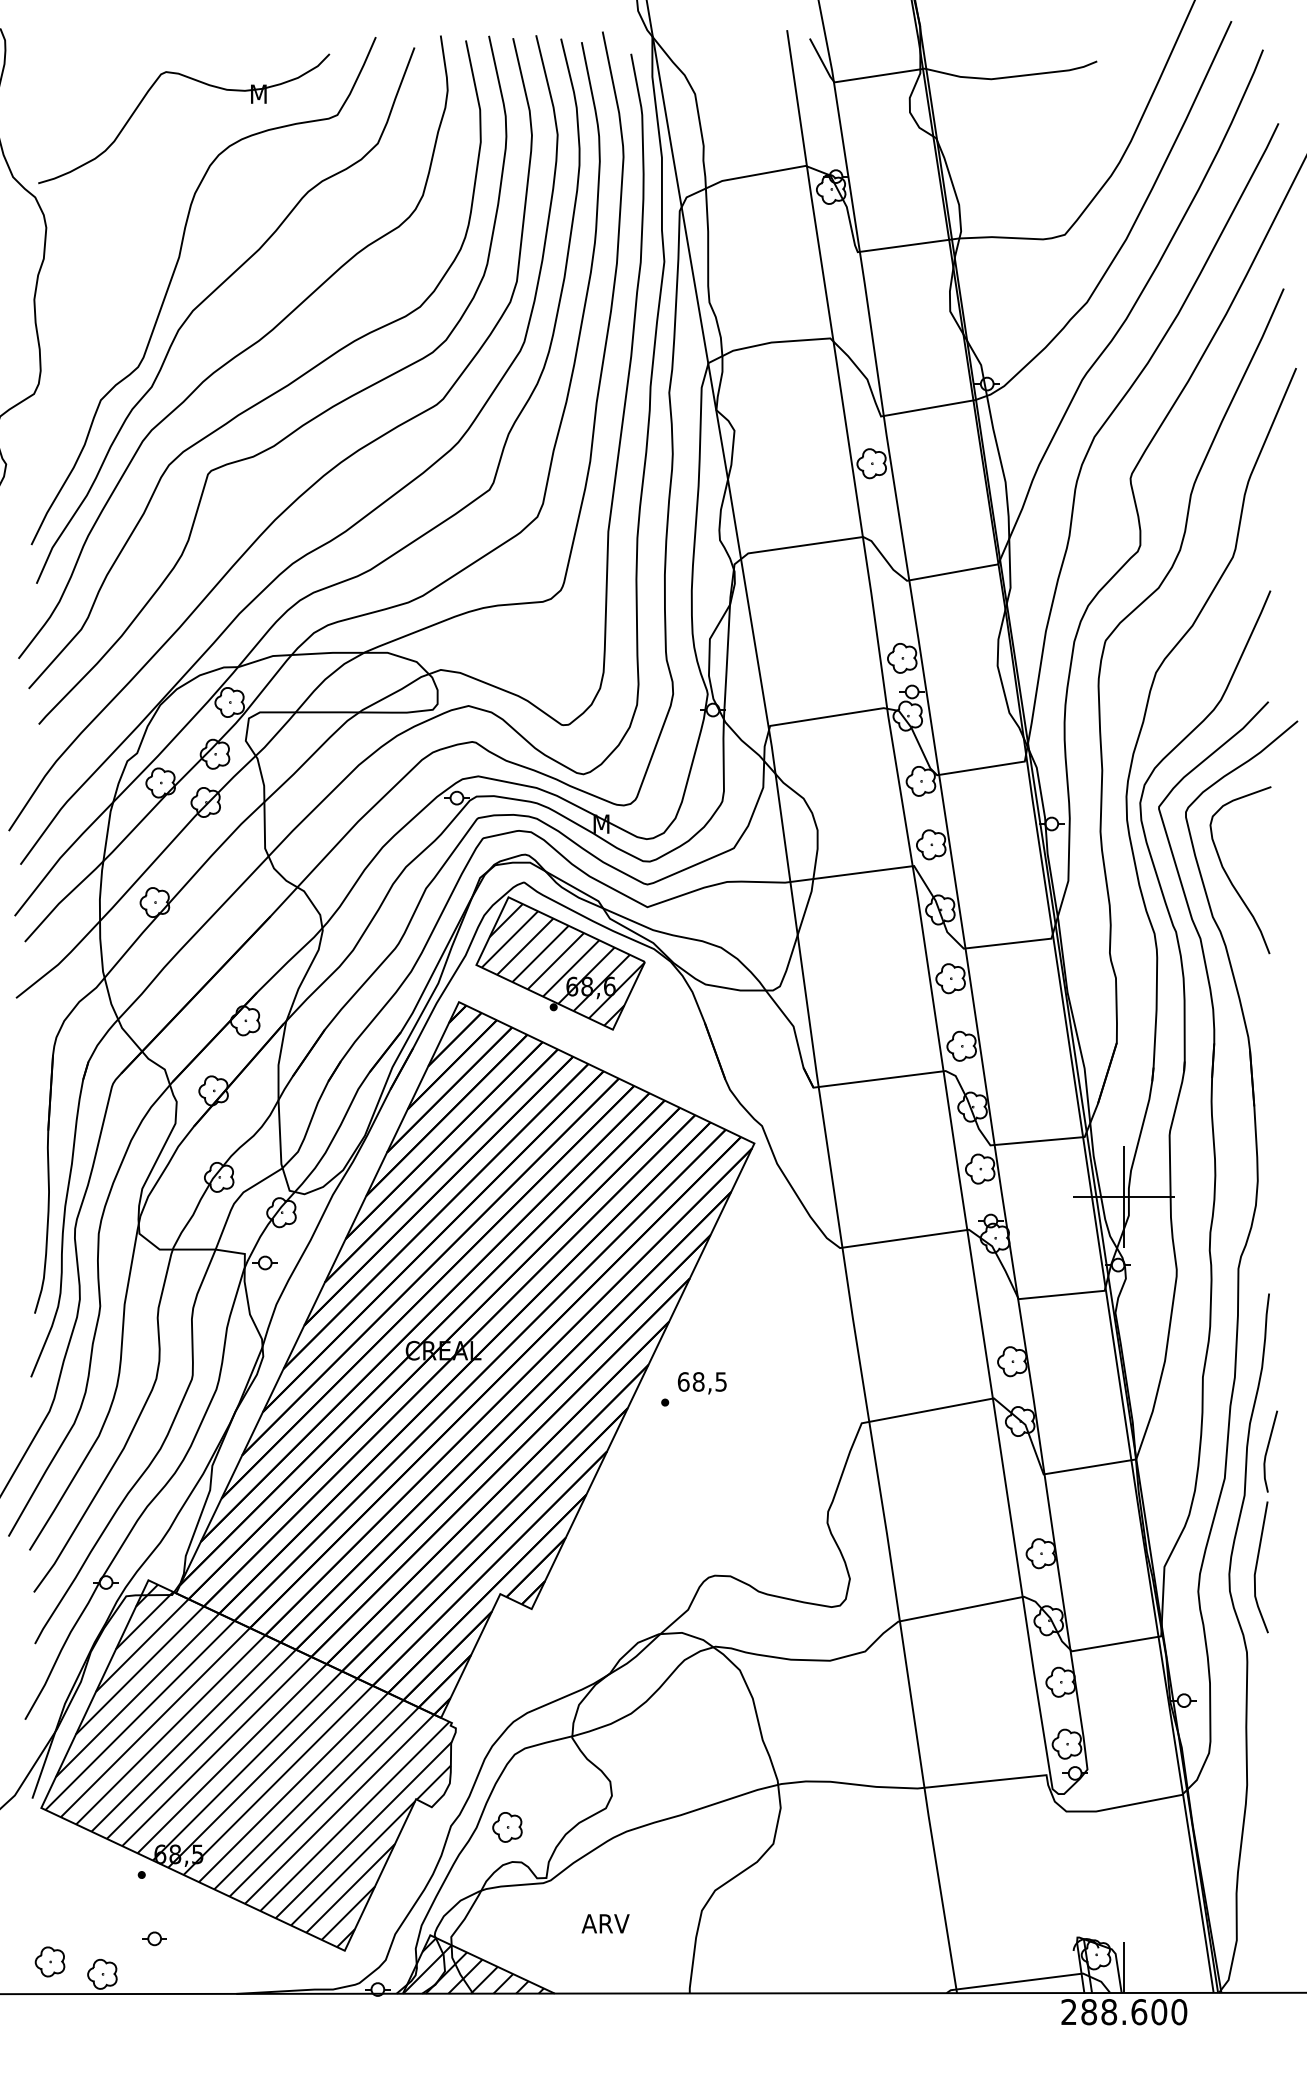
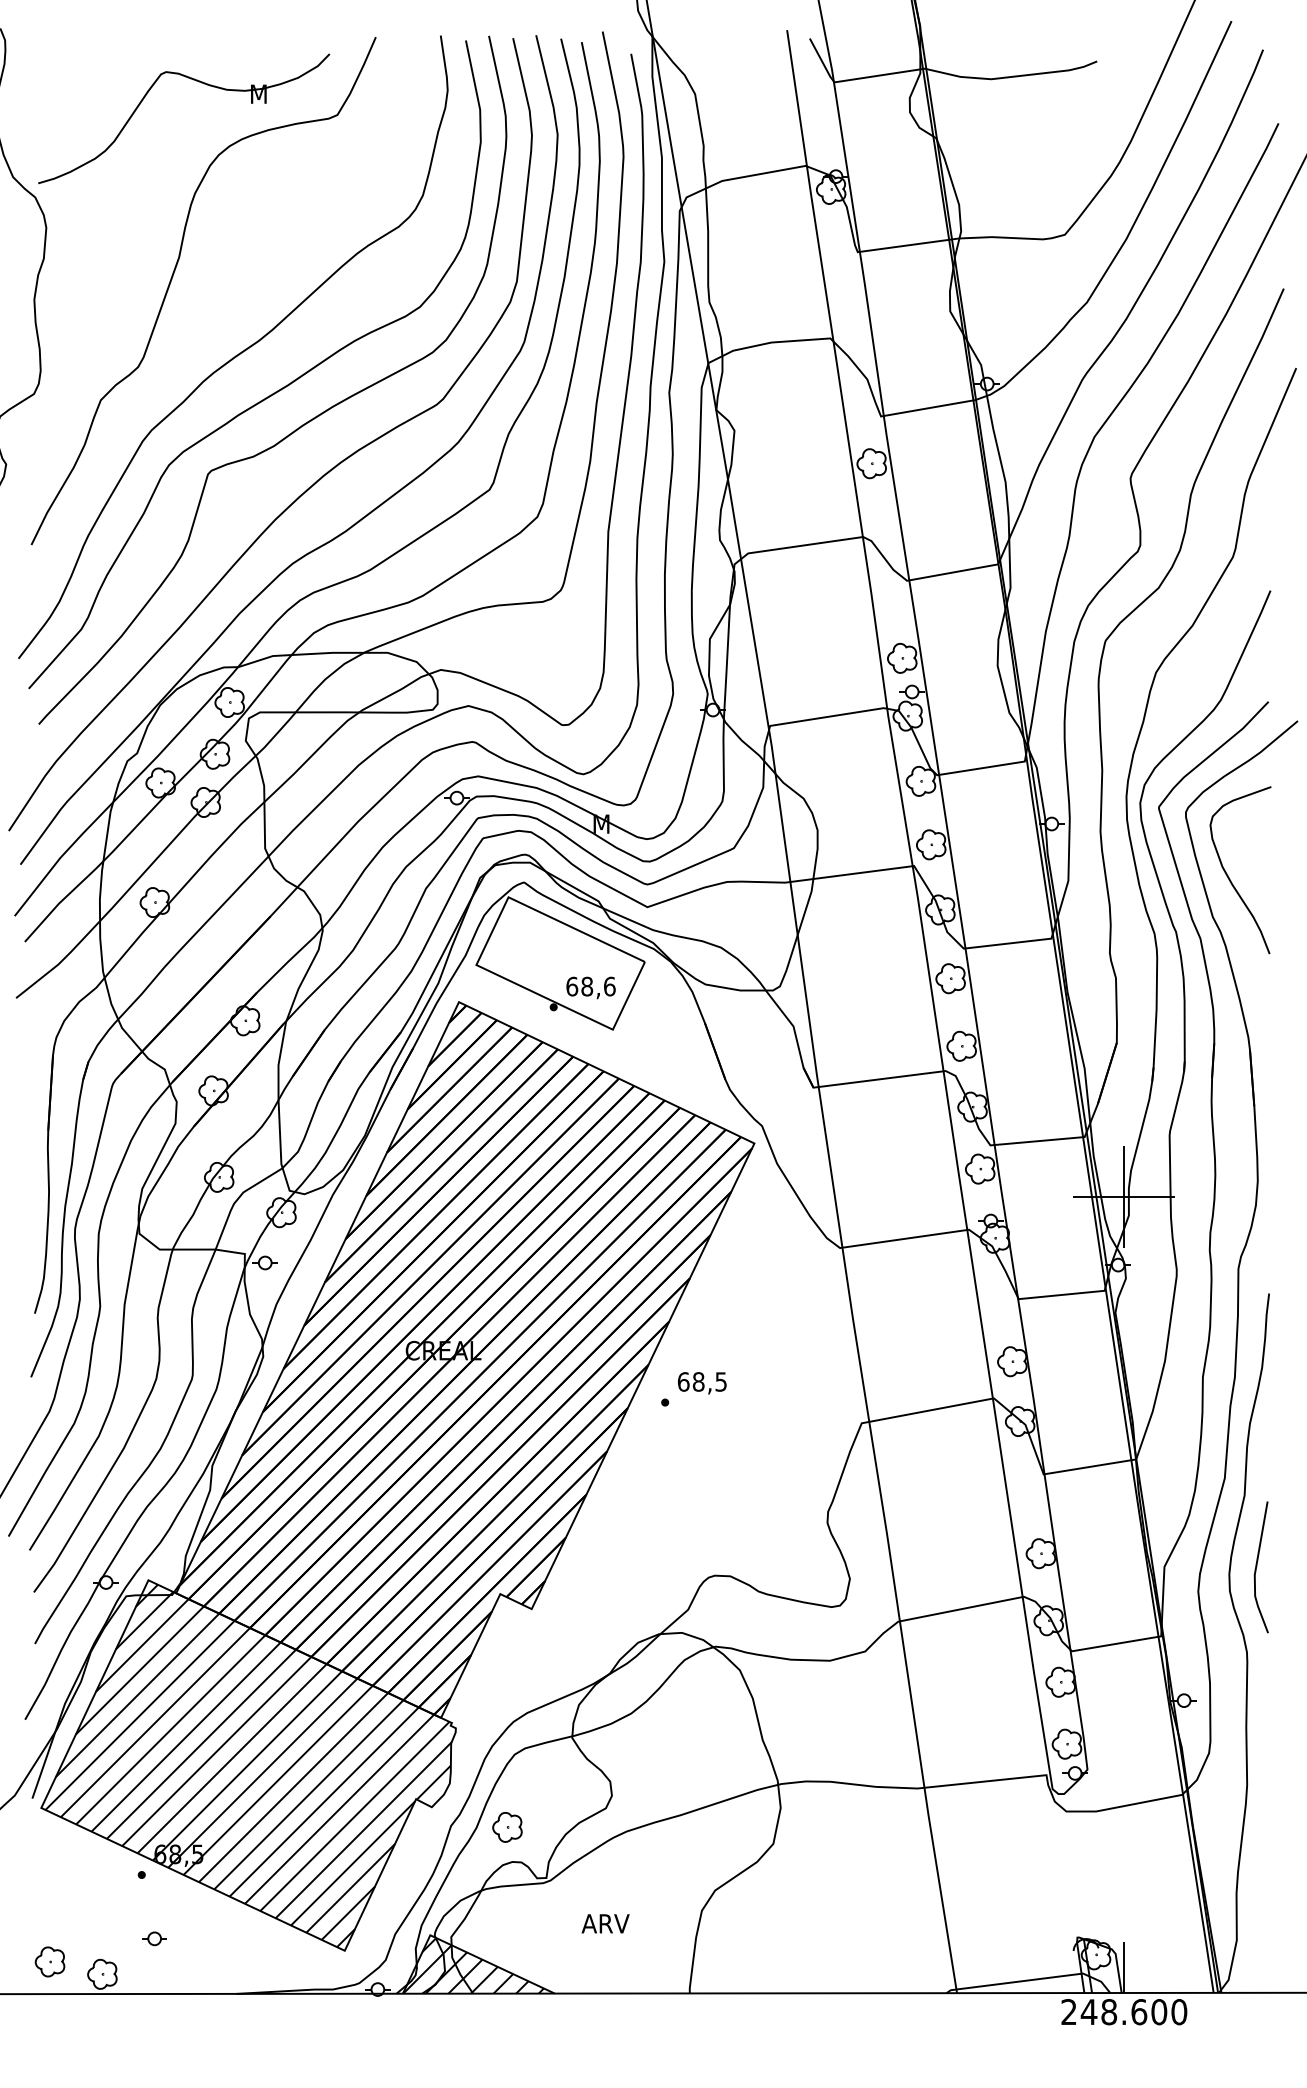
curve at (212, 294): present -> none
hatch at (562, 964): present -> none
line at (1268, 1449): present -> none
text at (1088, 2012): 288.600 -> 248.600
